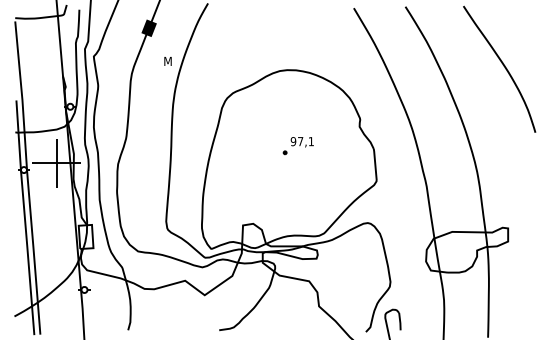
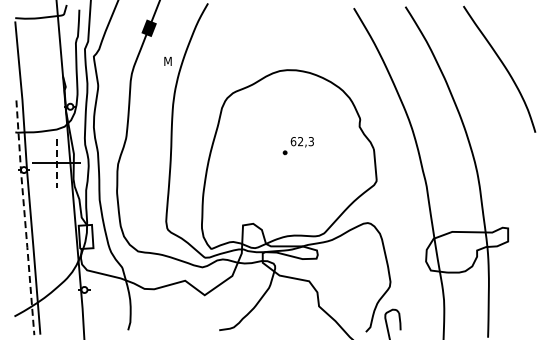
text at (301, 141): 97,1 -> 62,3
line at (56, 163): solid -> dashed
line at (24, 218): solid -> dashed
